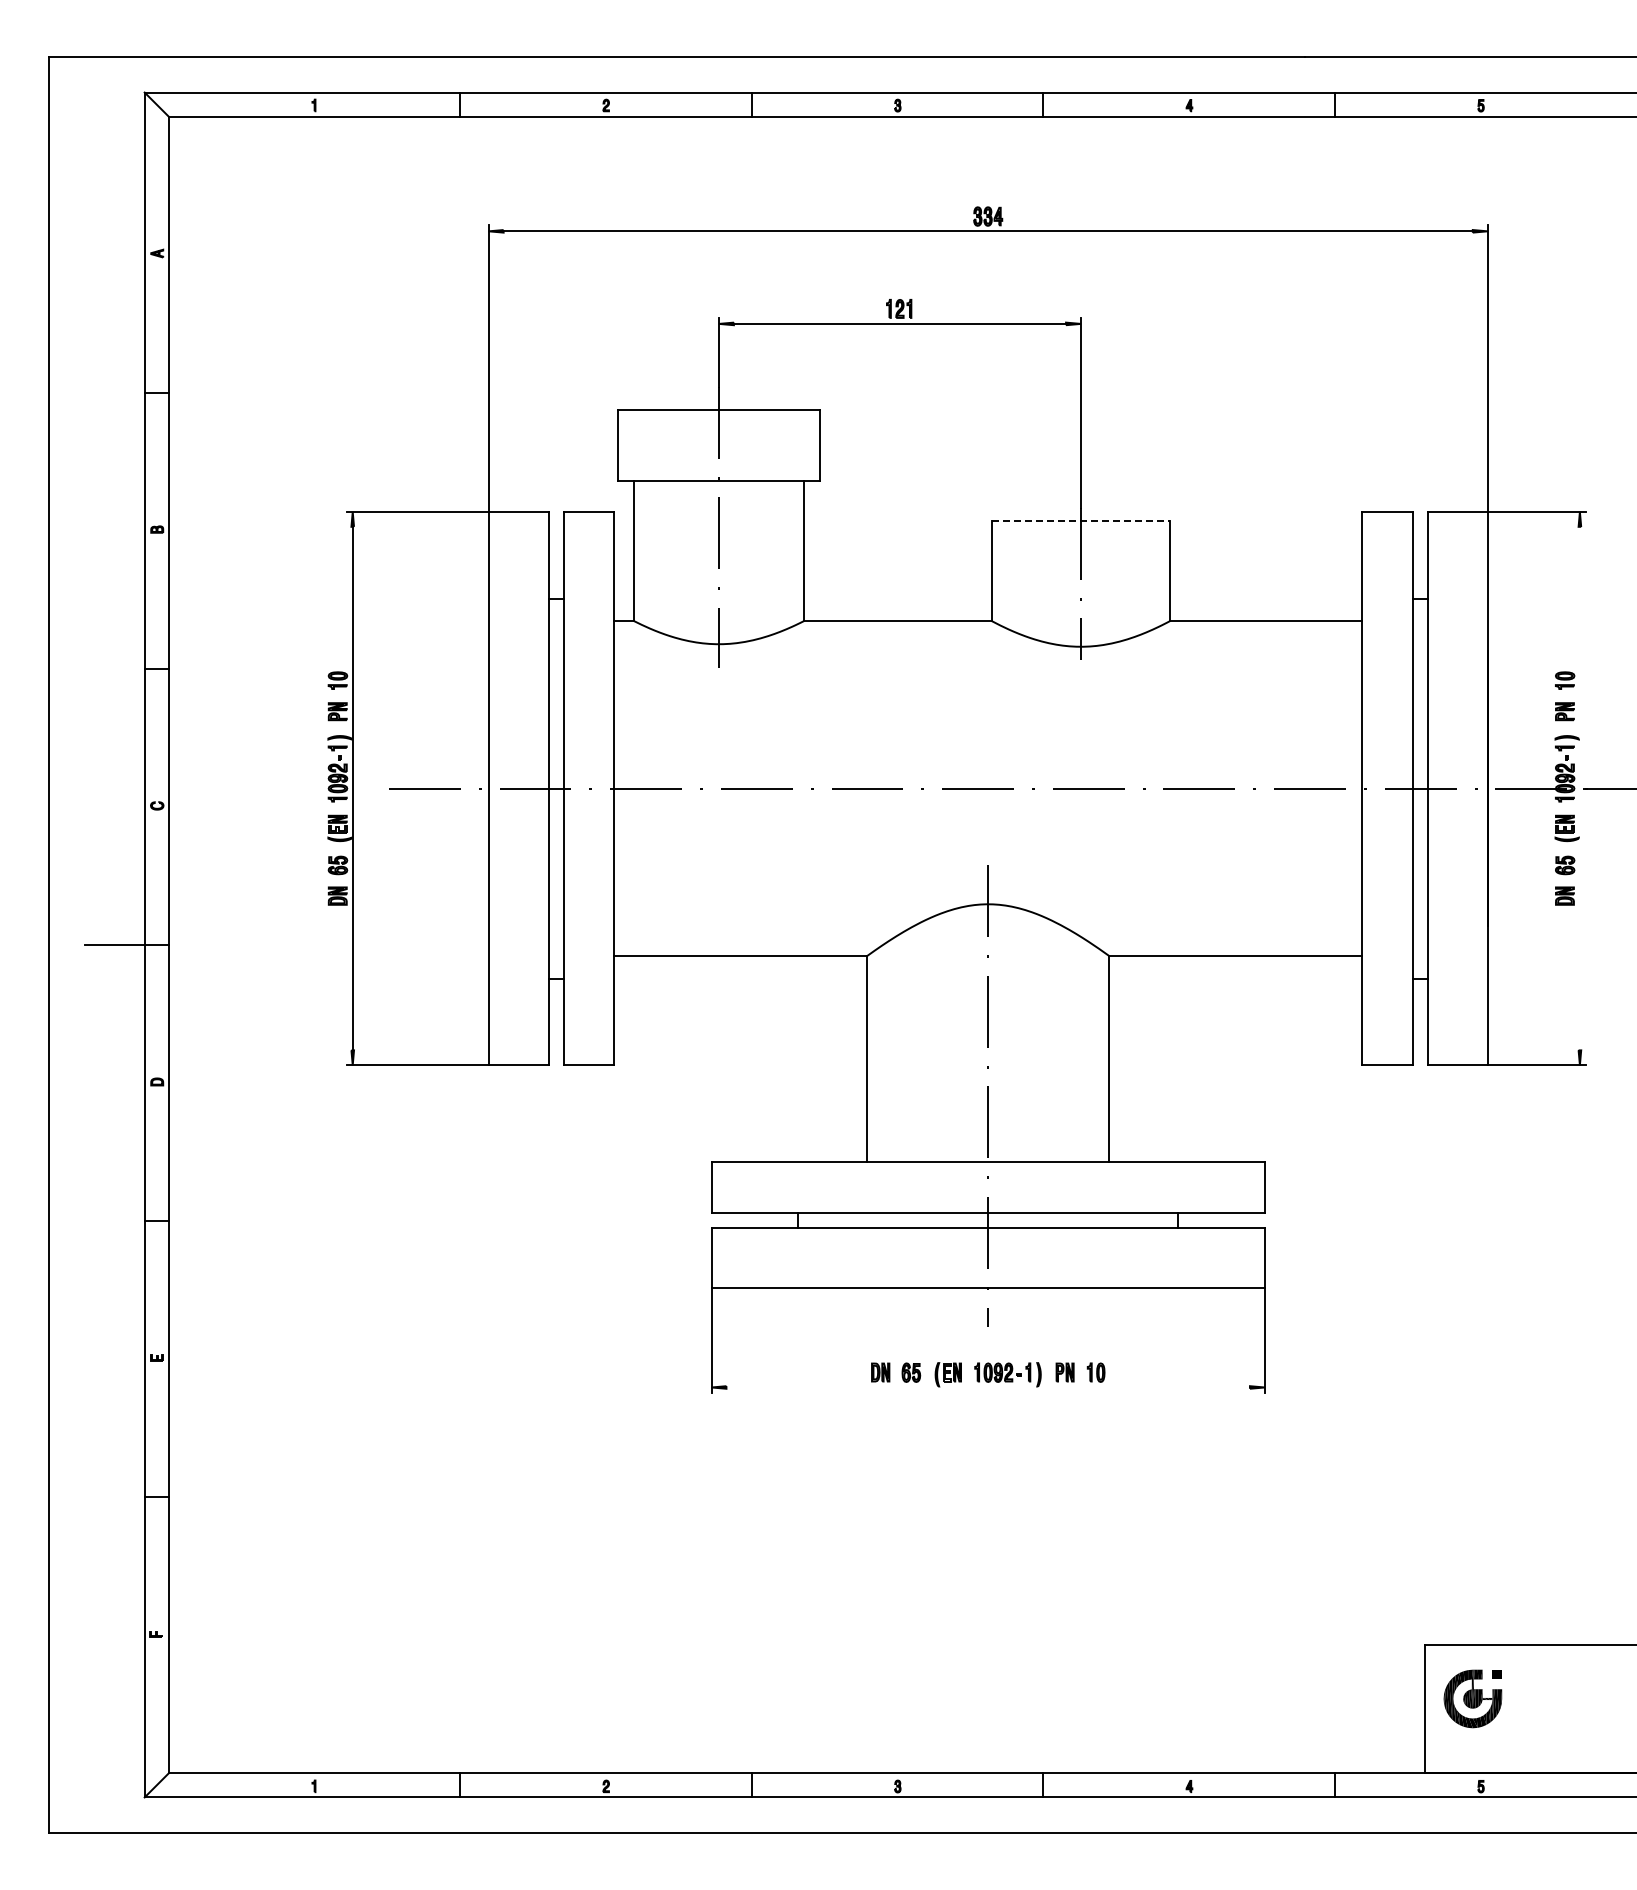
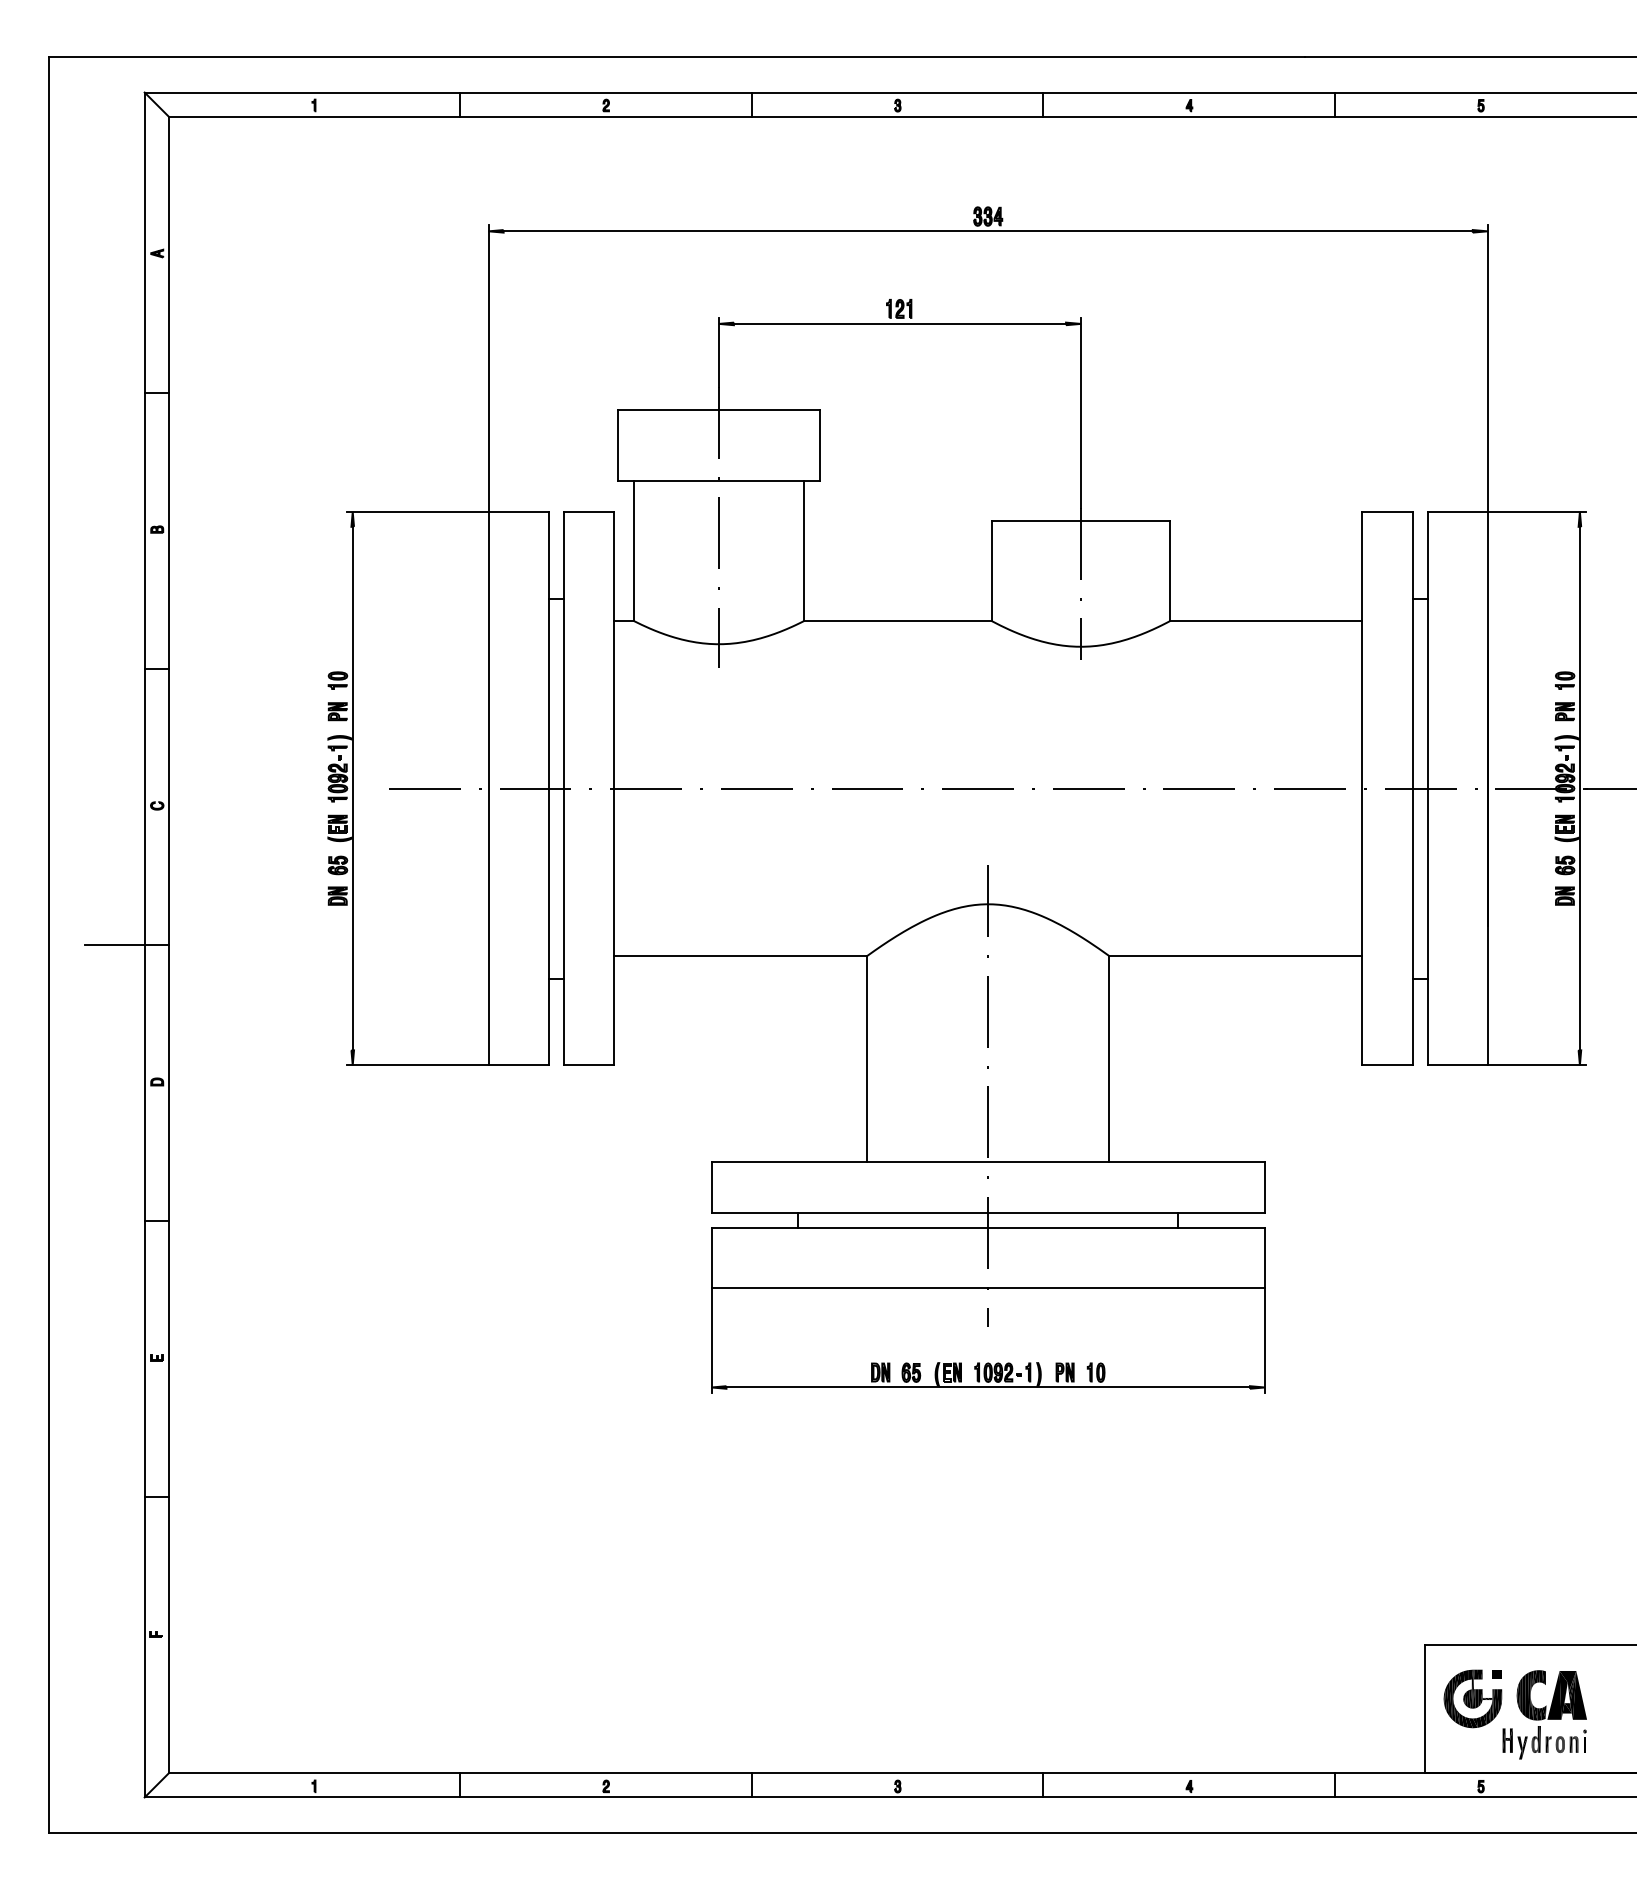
line at (1081, 520): dashed -> solid
line at (1579, 788): none -> present
line at (987, 1387): none -> present
part at (1544, 1714): none -> present
